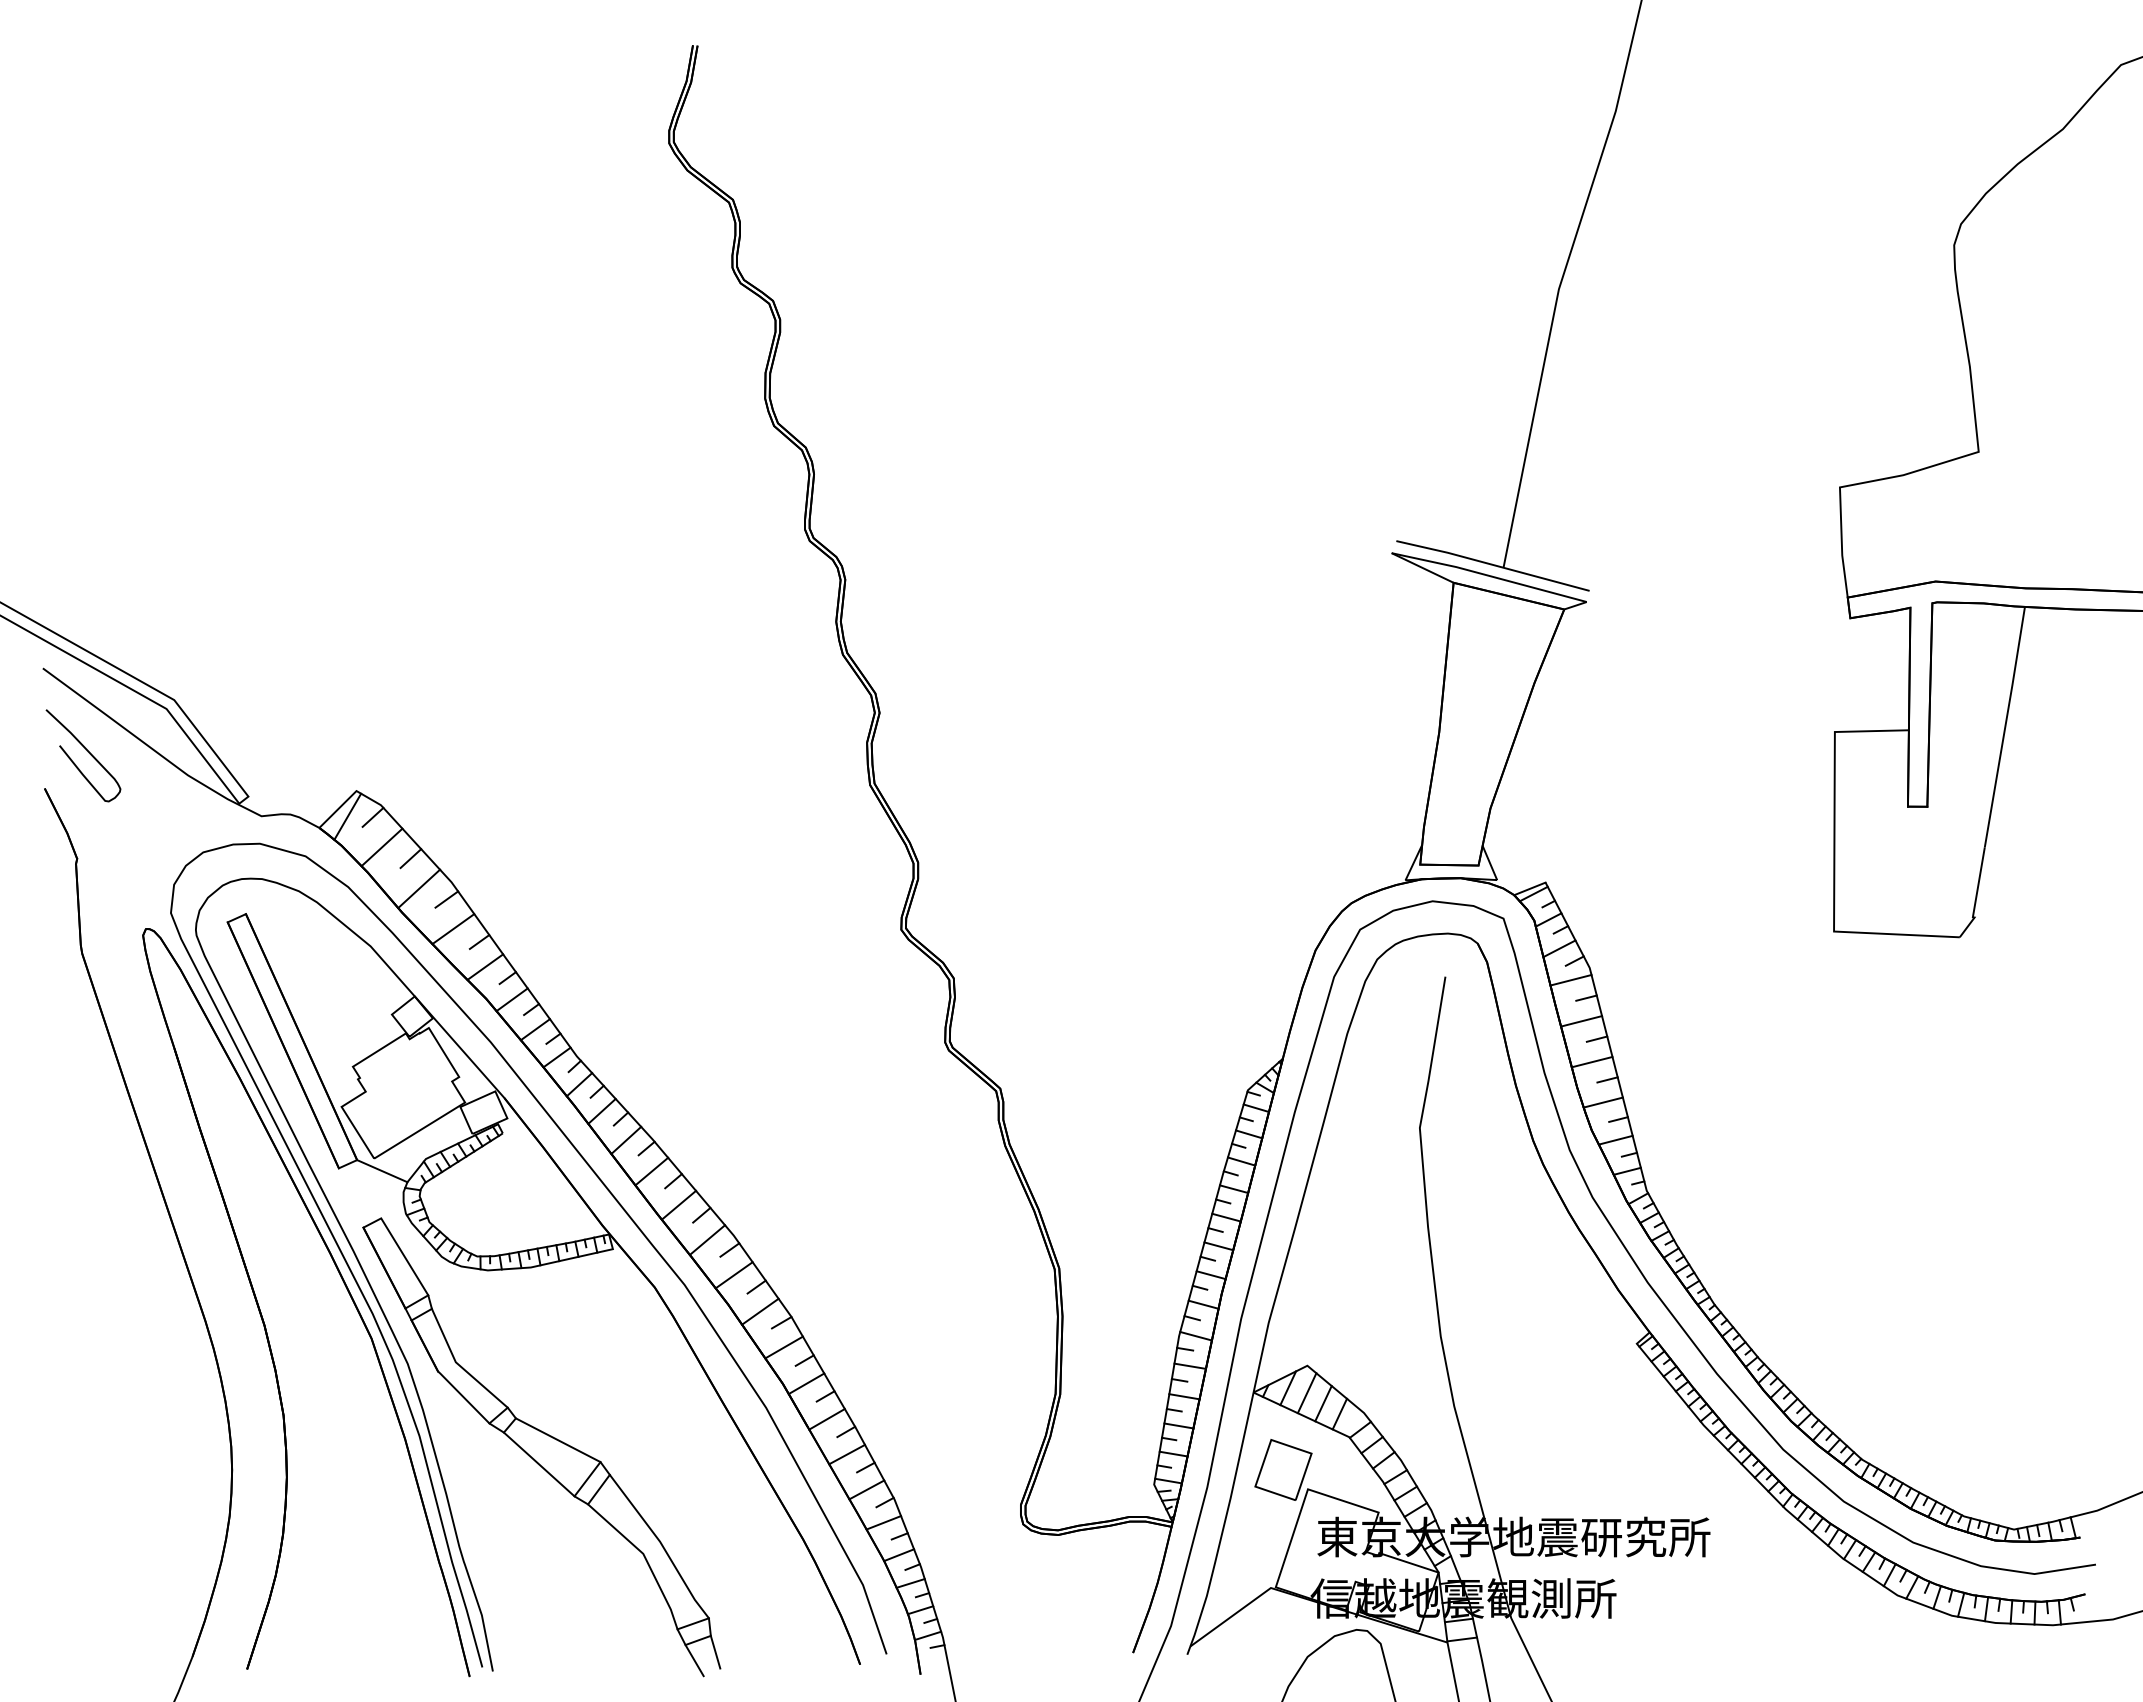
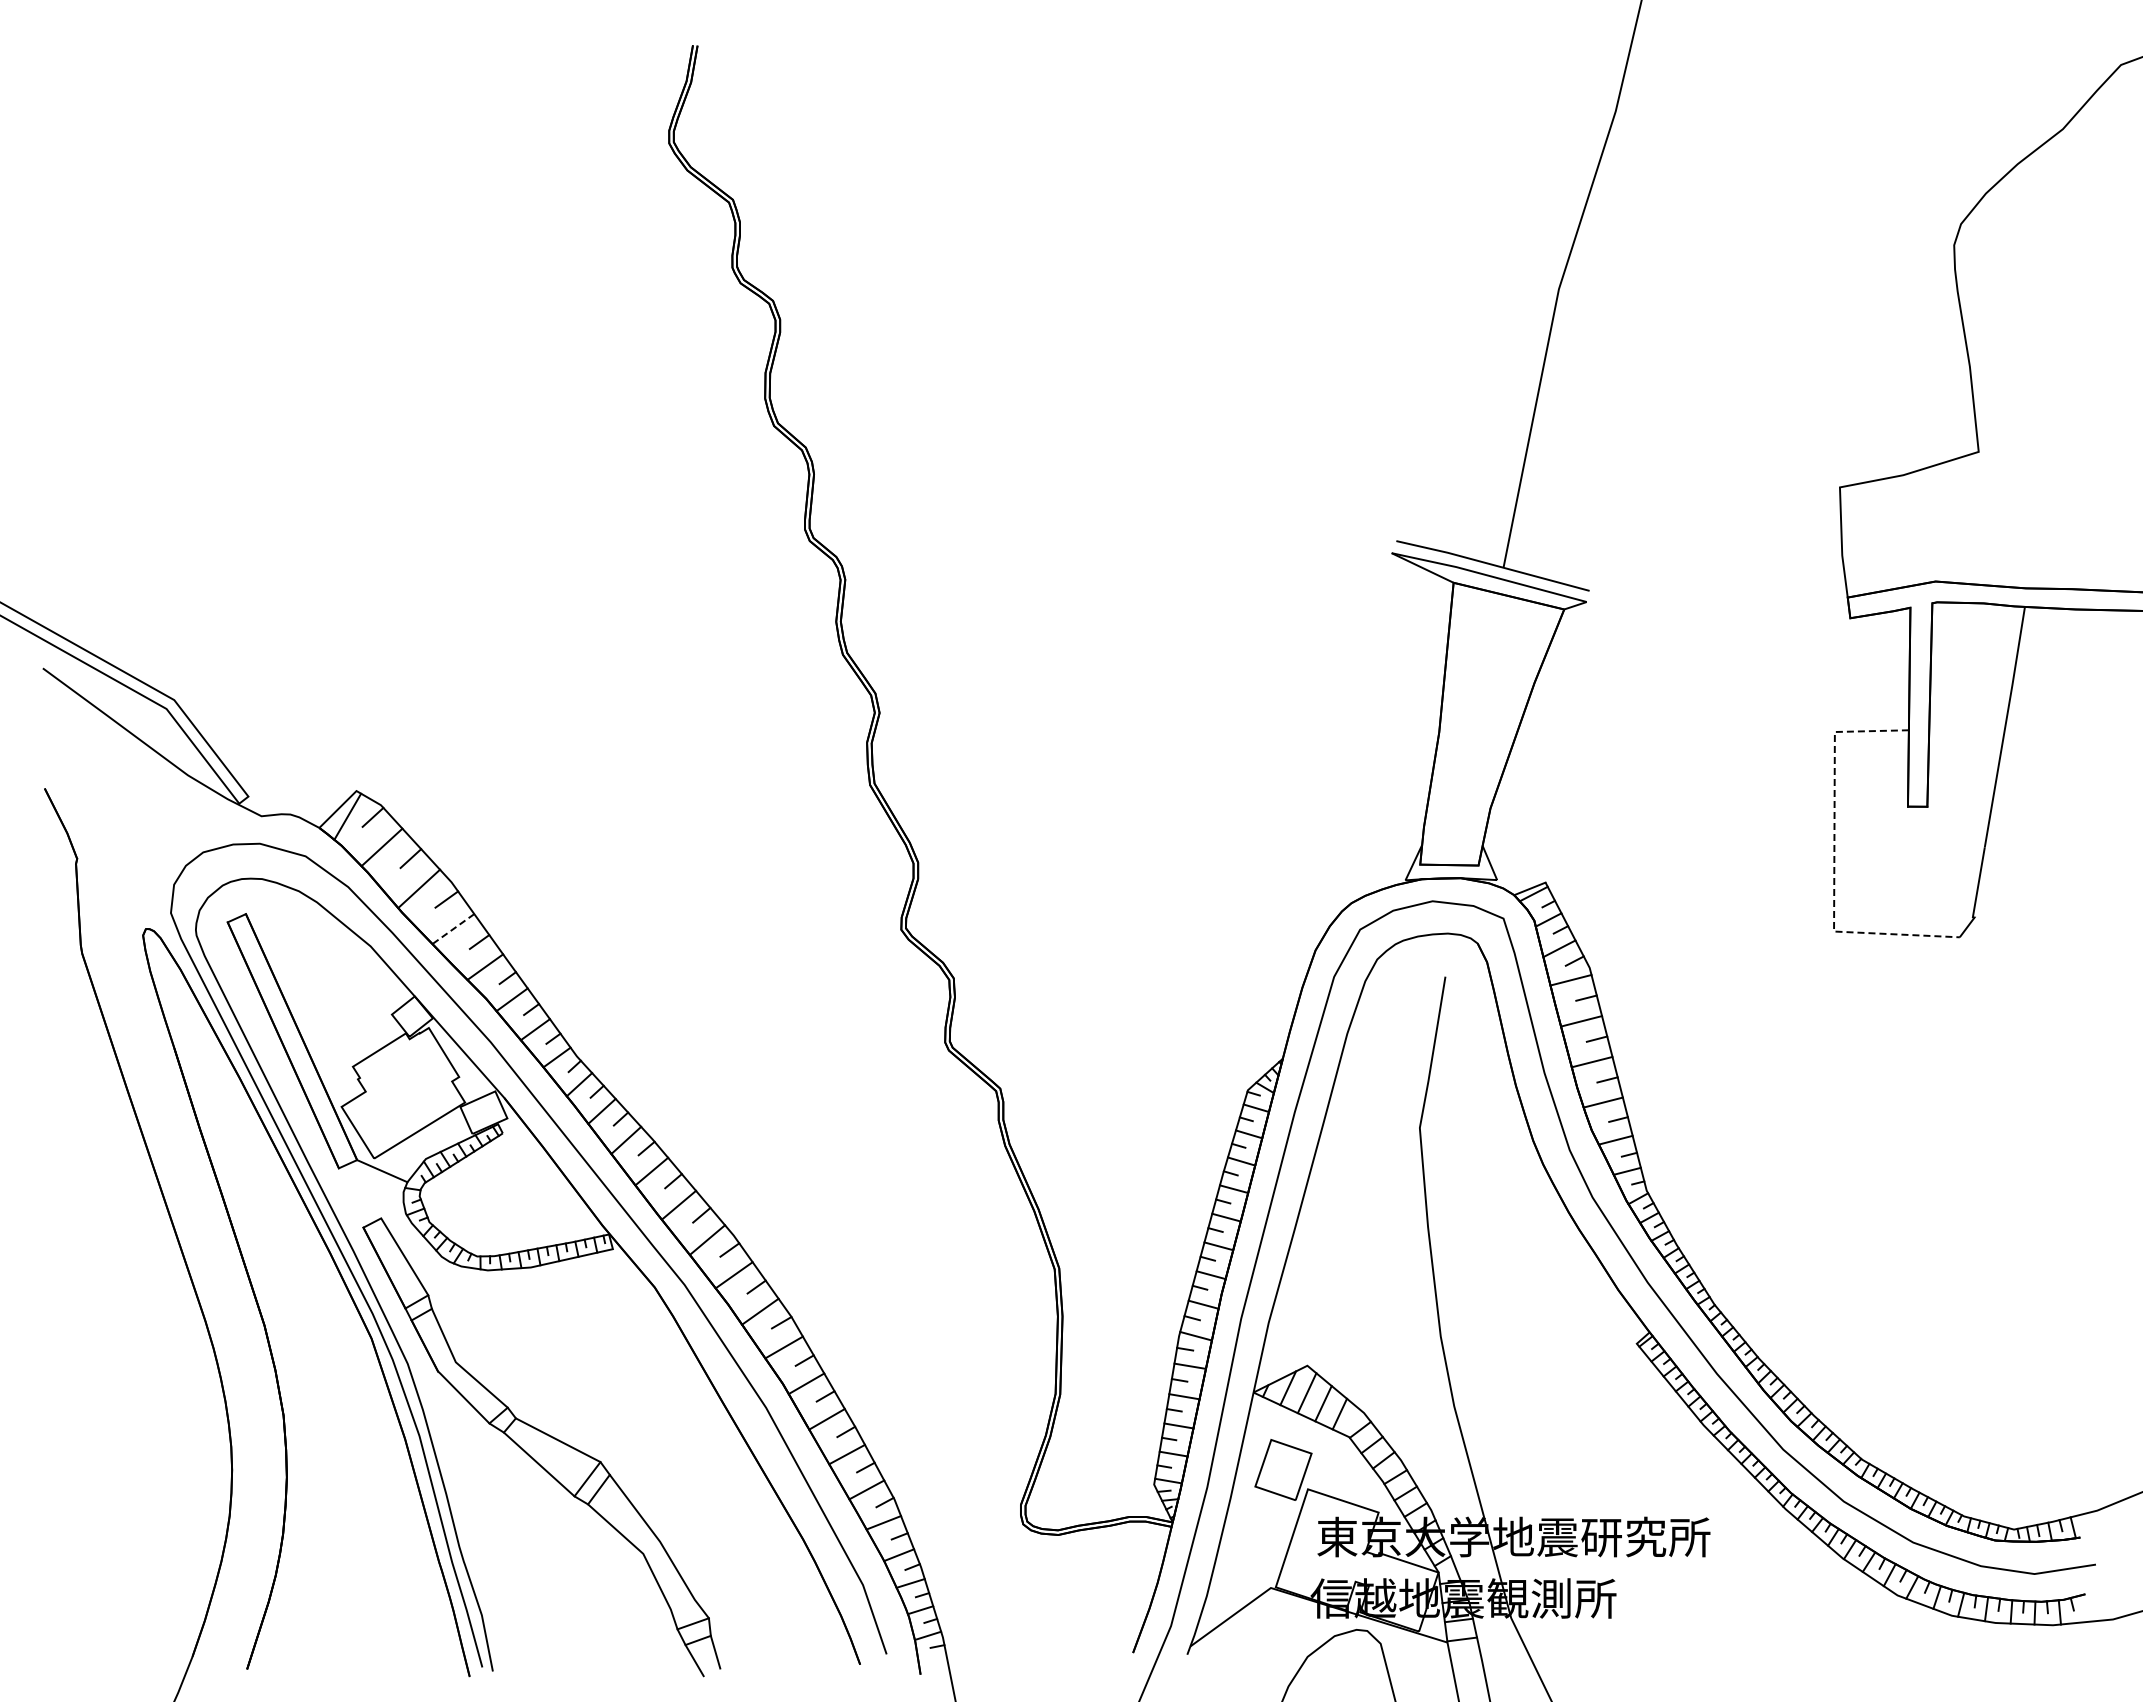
curve at (88, 753): present -> none
line at (1834, 857): solid -> dashed
line at (453, 929): solid -> dashed
